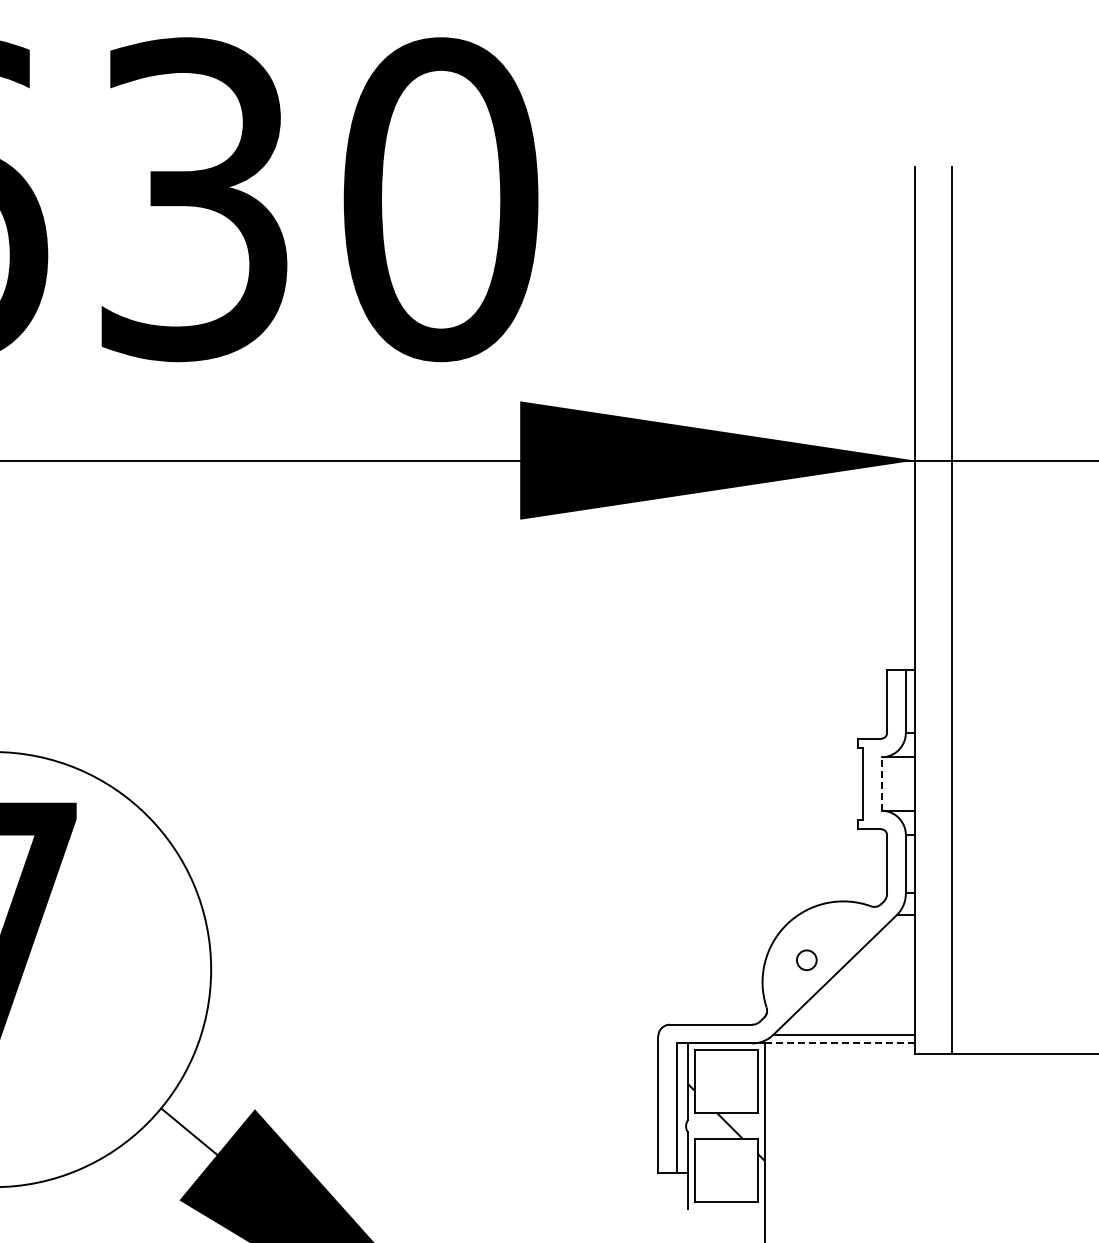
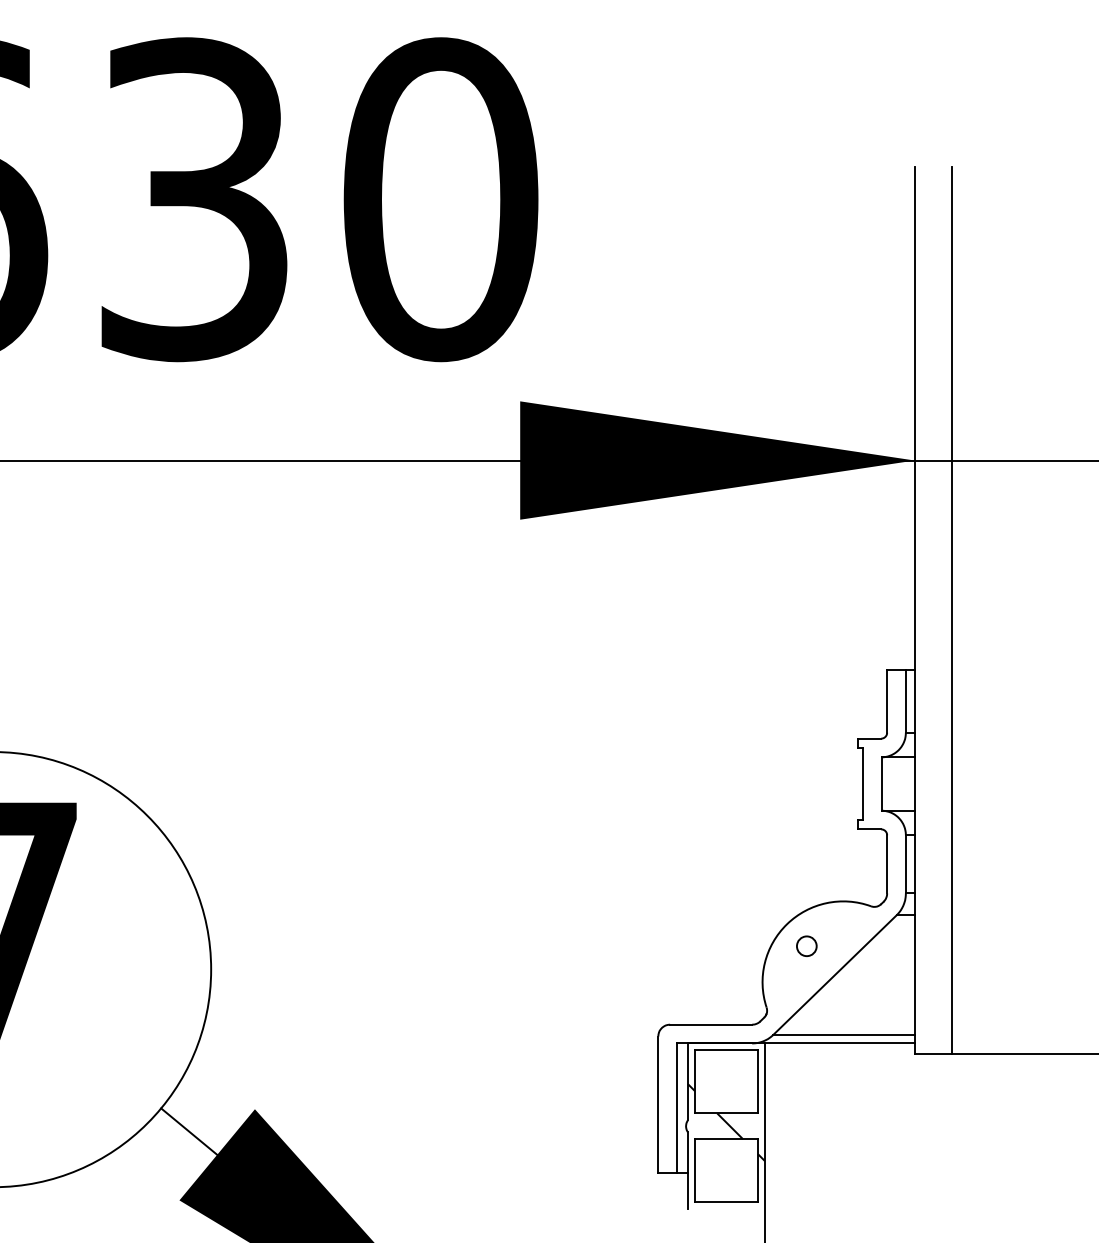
line at (882, 784): dashed -> solid
circle at (806, 959) position: (806, 959) -> (806, 945)
line at (839, 1043): dashed -> solid
